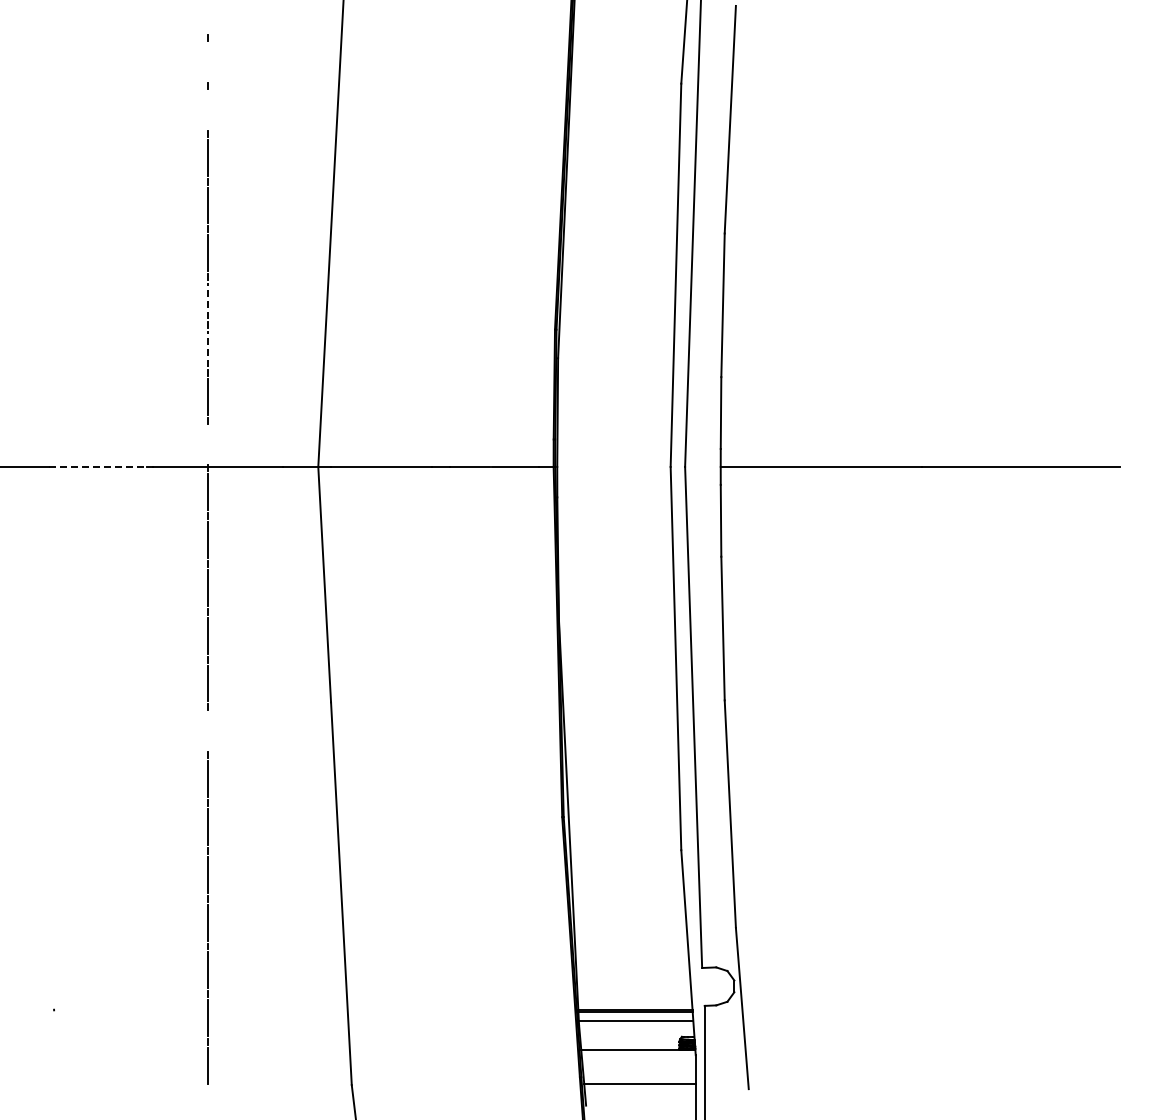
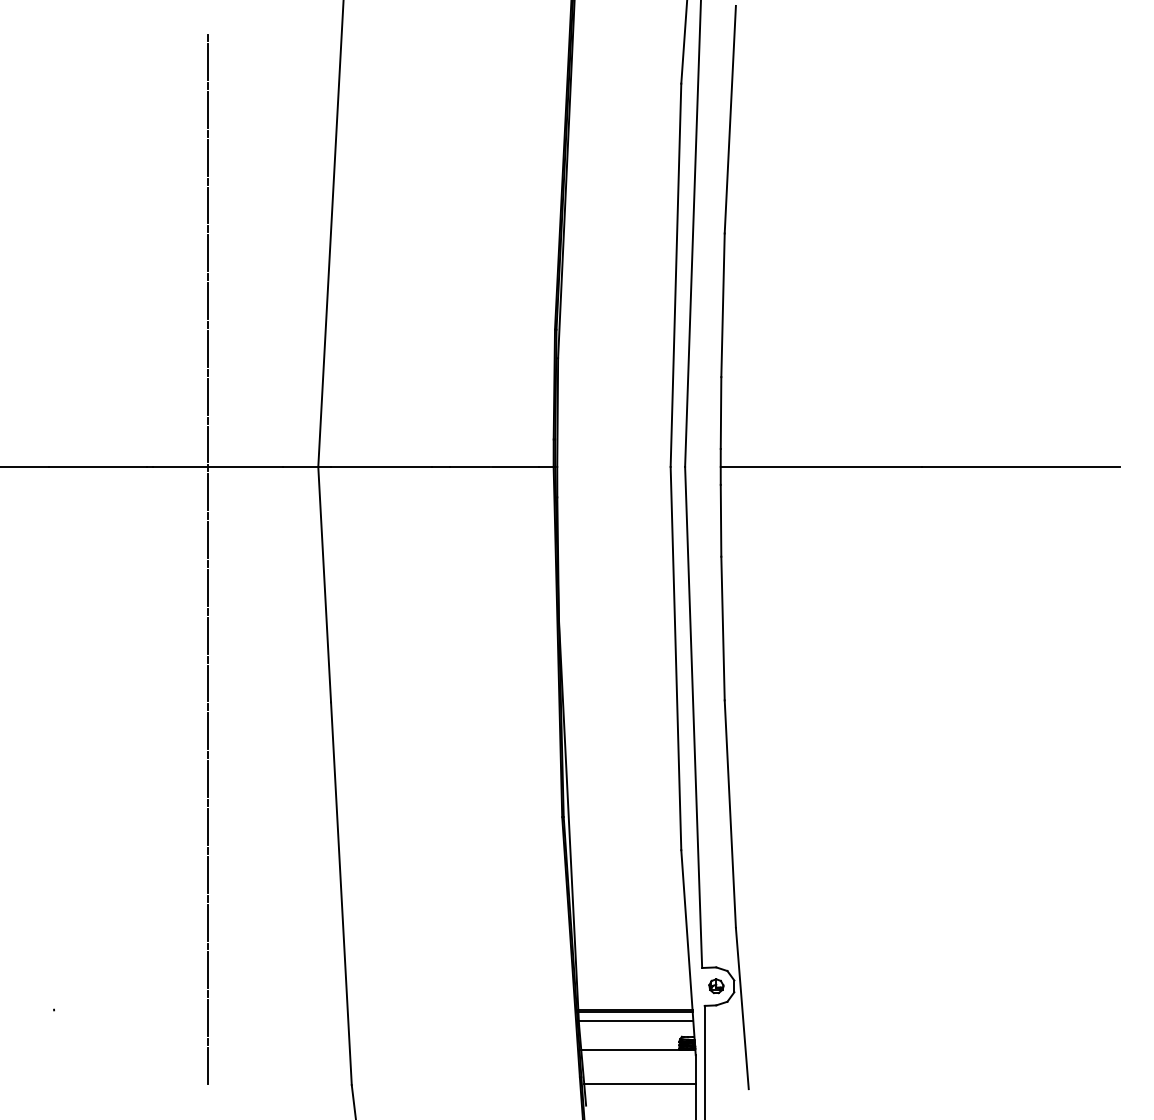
line at (208, 61): none -> present
line at (208, 109): none -> present
line at (208, 301): dashed -> solid
line at (208, 348): dashed -> solid
line at (208, 444): none -> present
line at (98, 466): dashed -> solid
line at (208, 731): none -> present
part at (716, 986): none -> present
